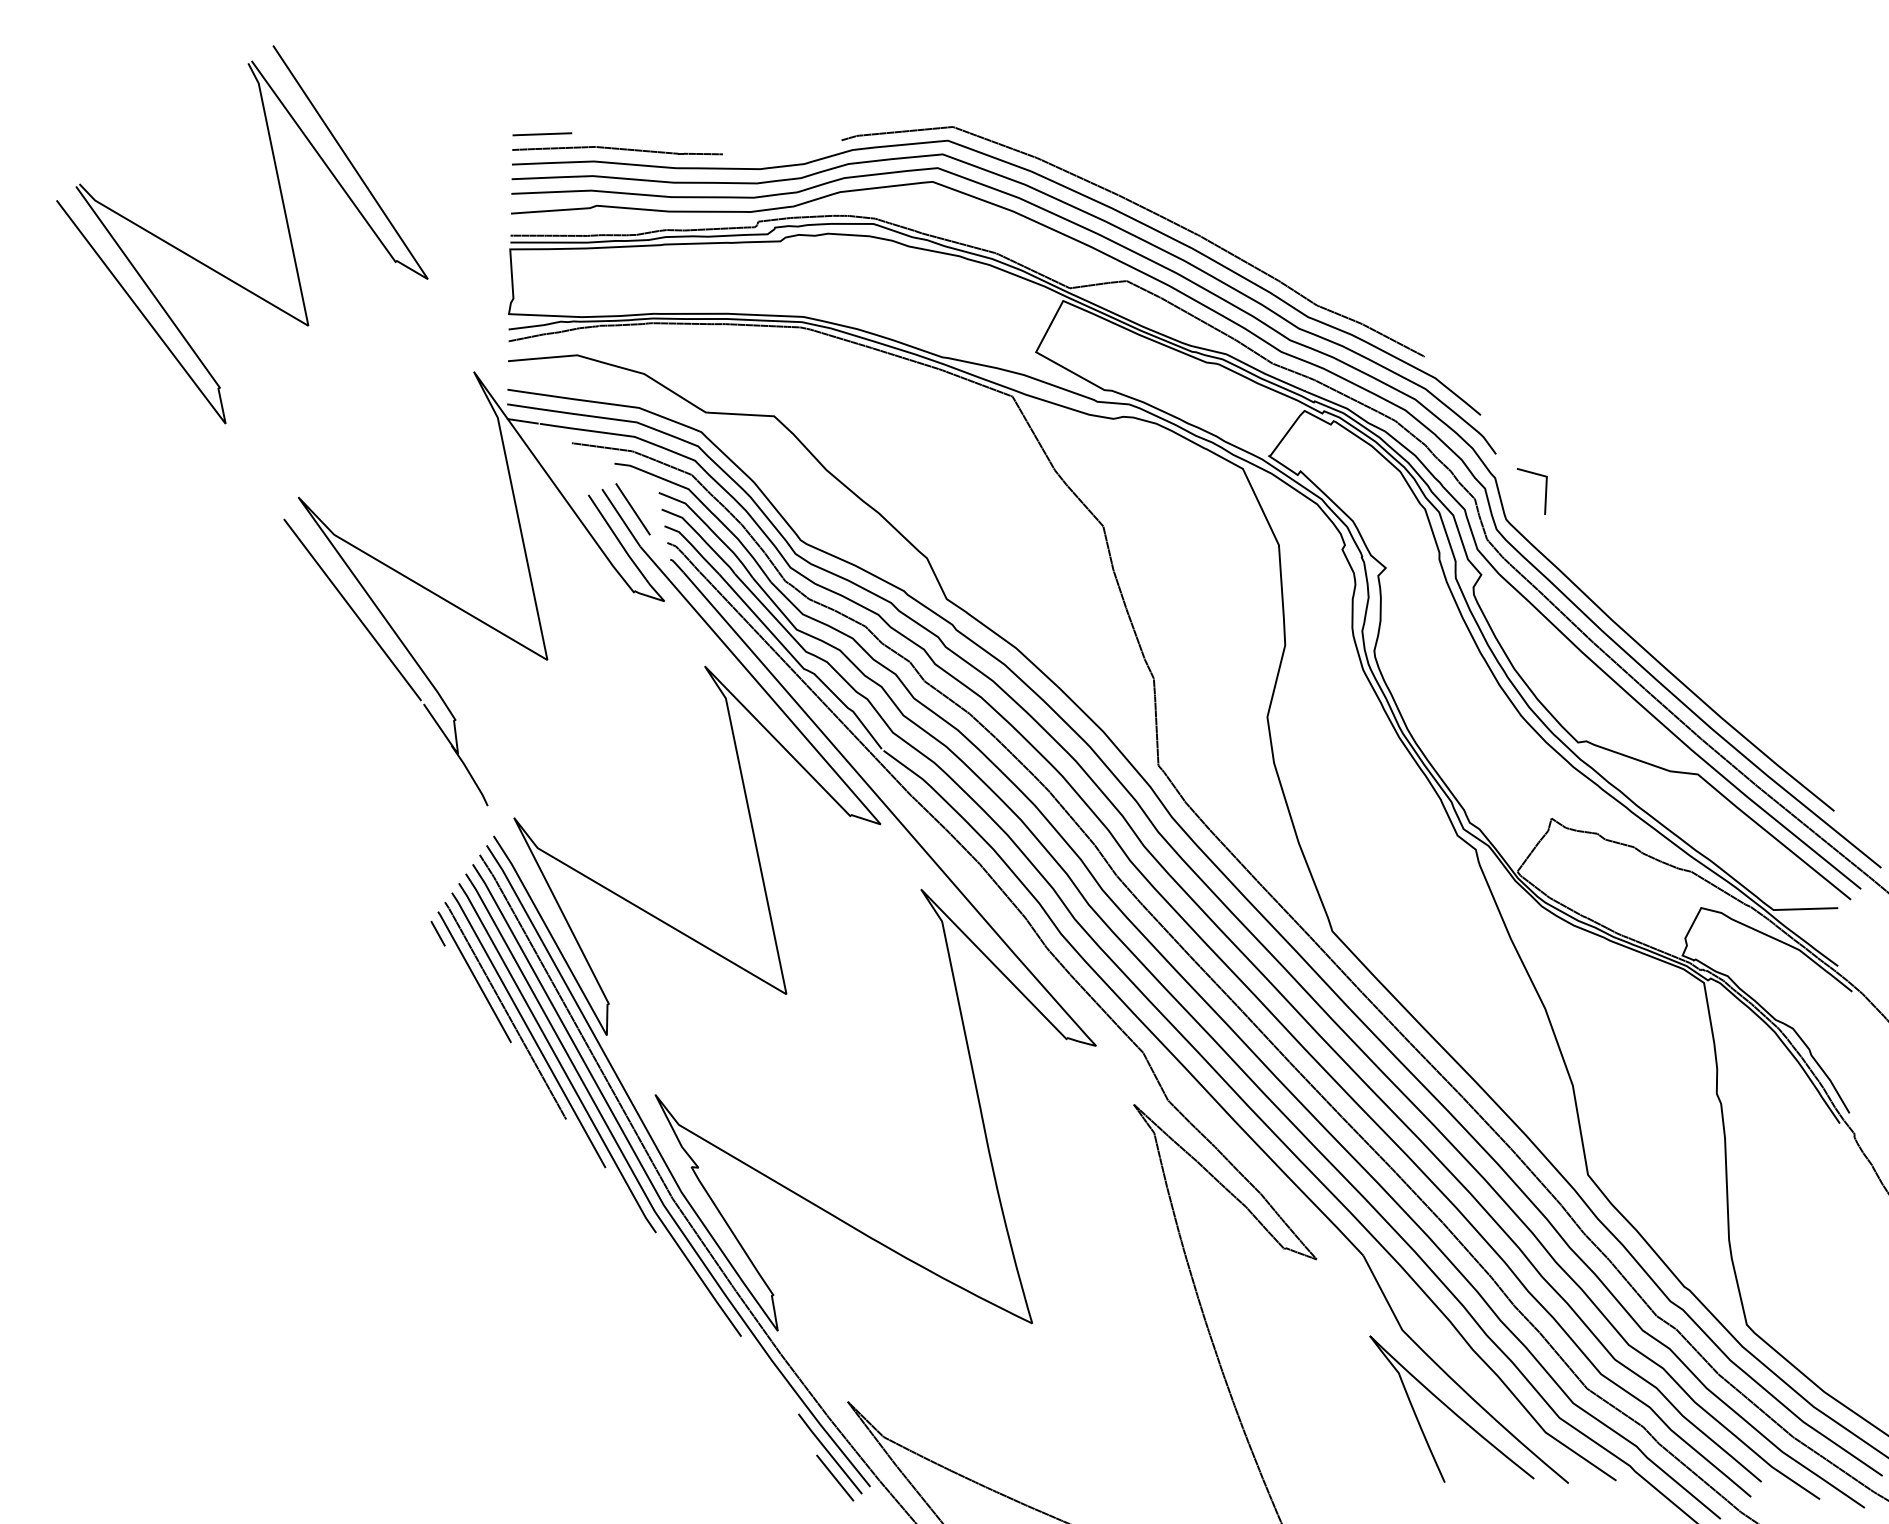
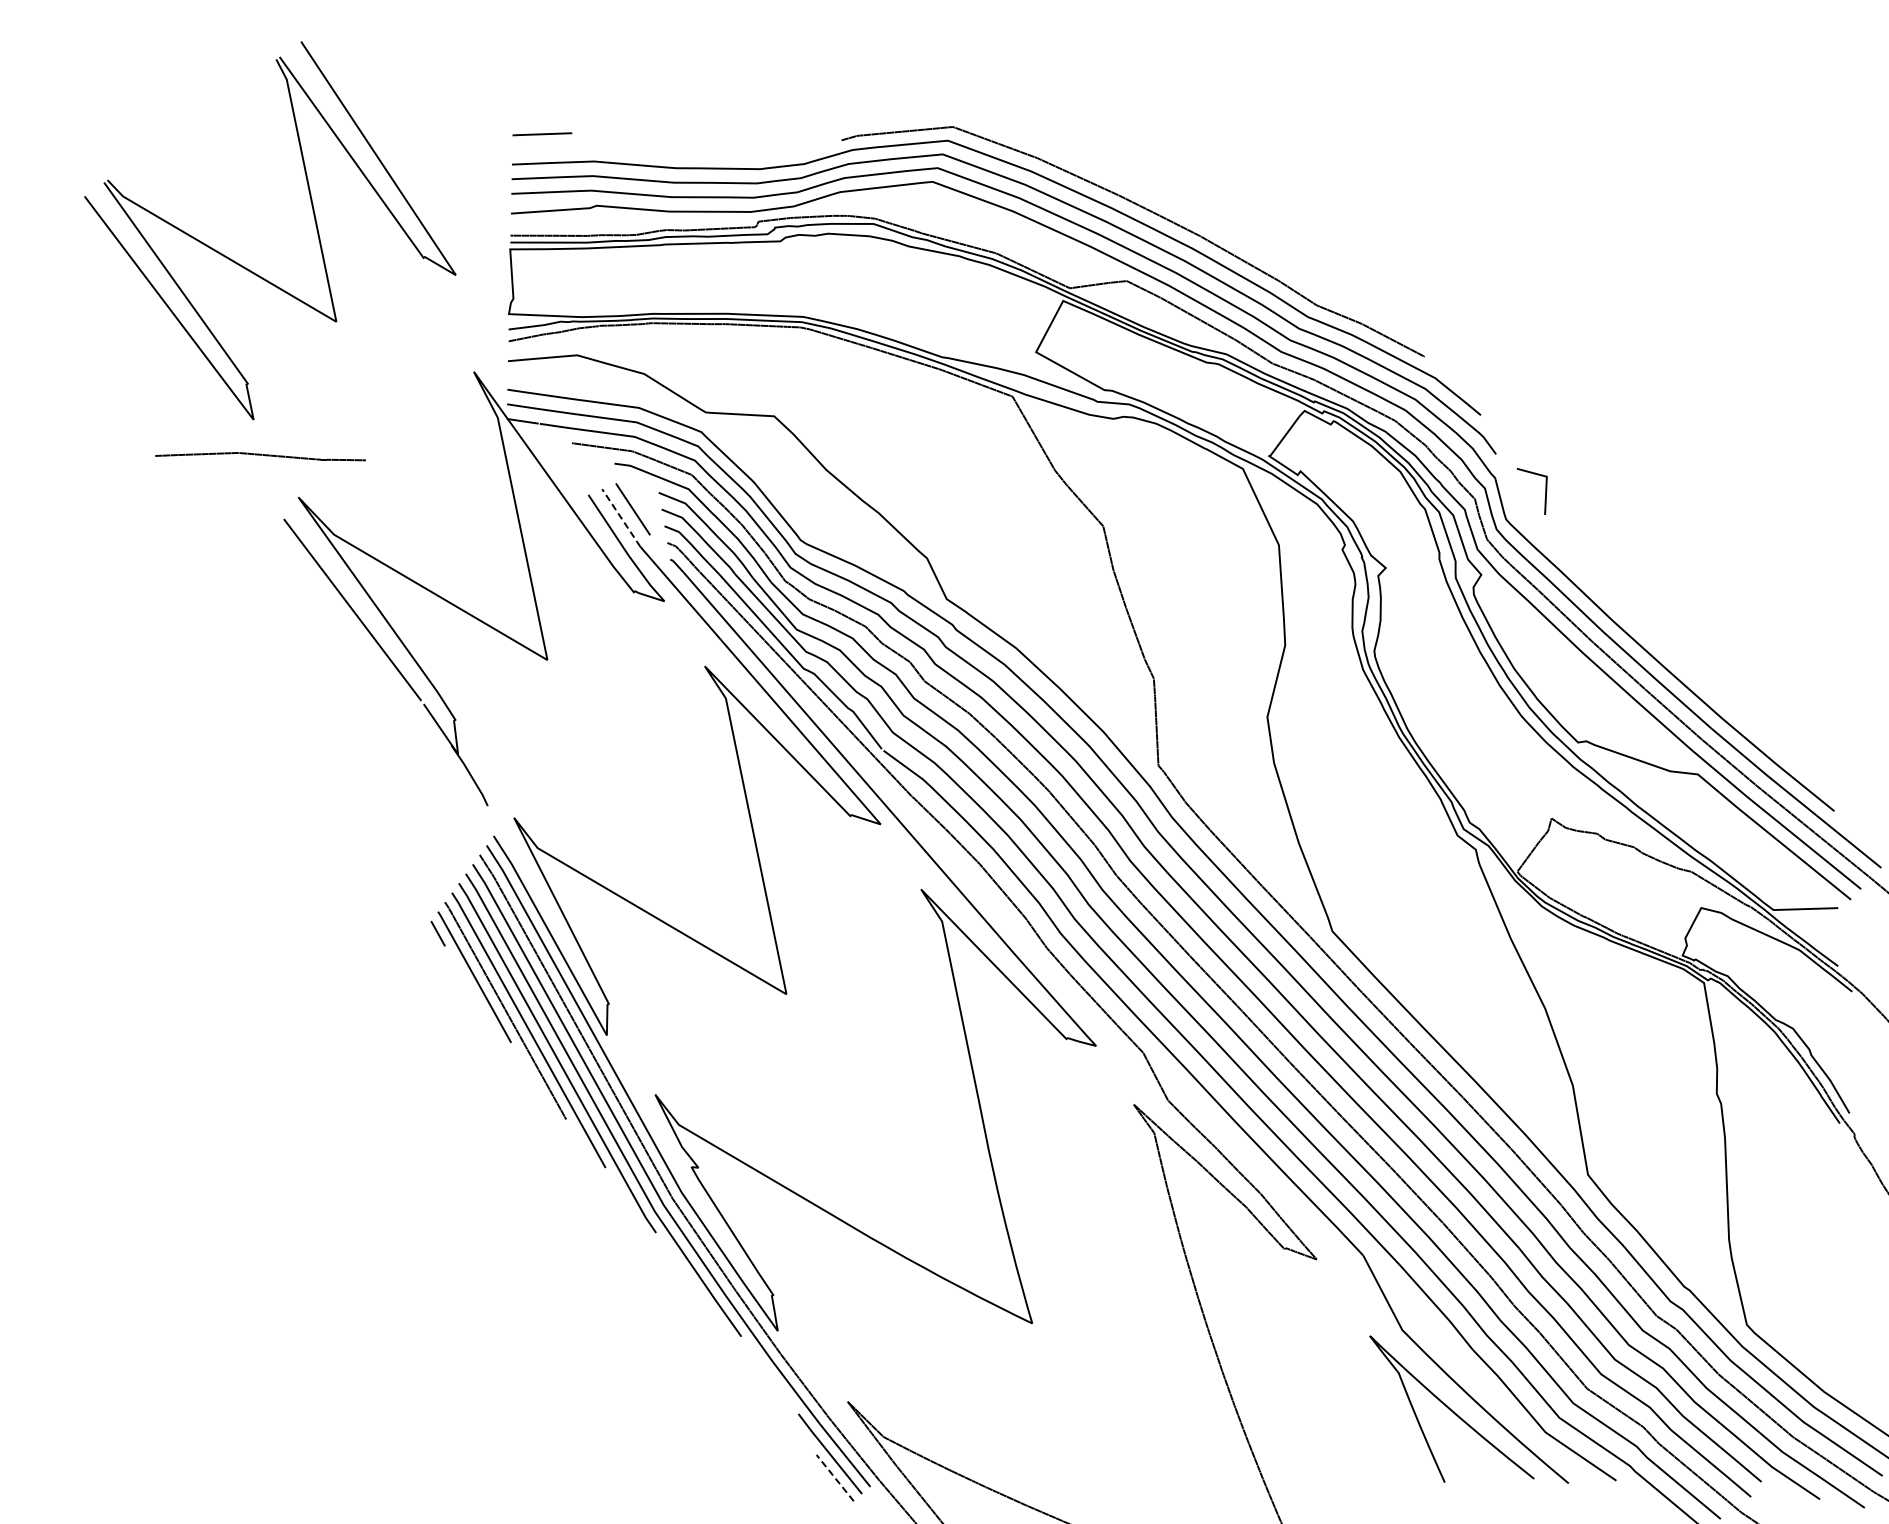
curve at (617, 149) position: (617, 149) -> (260, 455)
part at (218, 271) position: (218, 271) -> (246, 267)
line at (621, 517): solid -> dashed
line at (834, 1476): solid -> dashed
